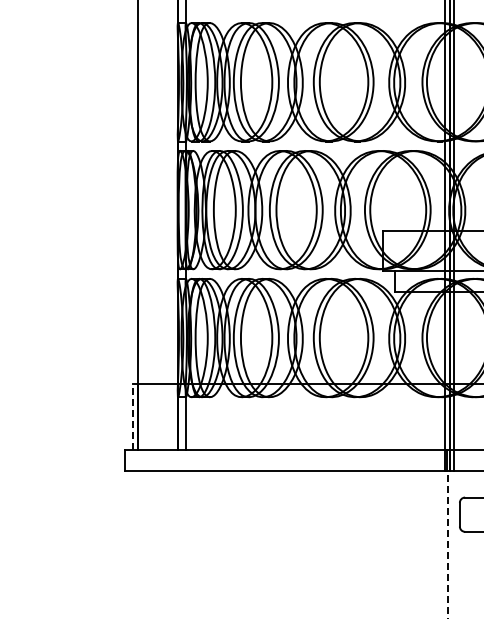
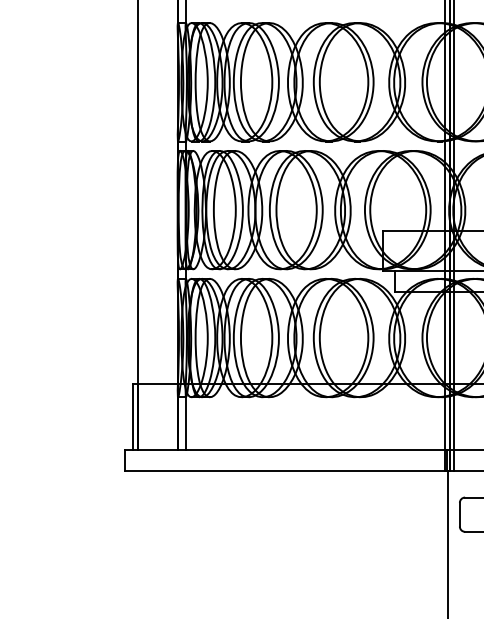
line at (132, 417): dashed -> solid
line at (447, 544): dashed -> solid
